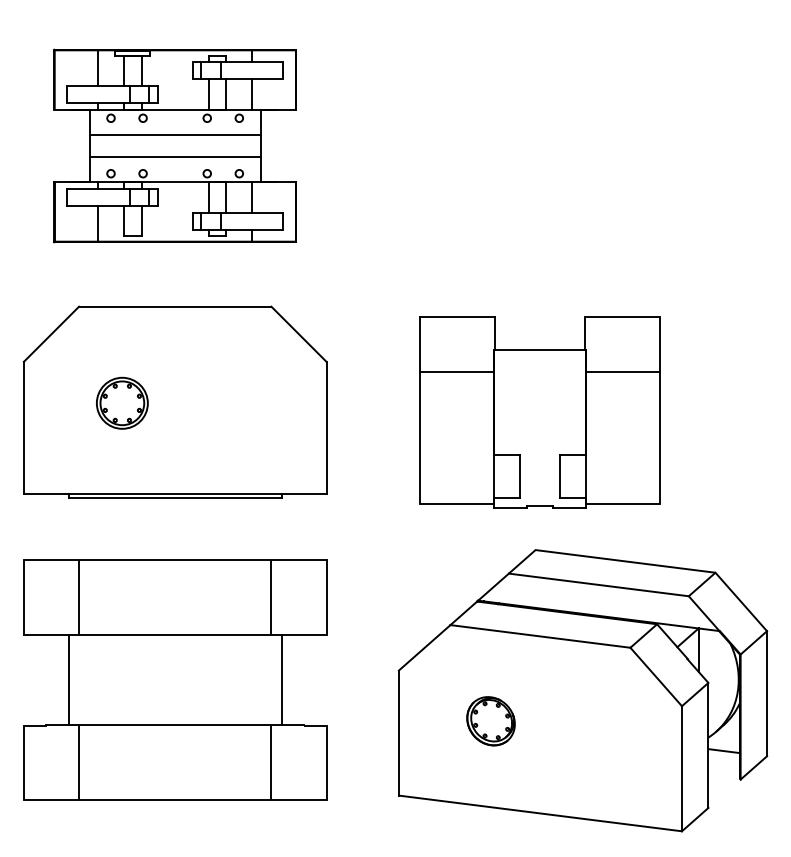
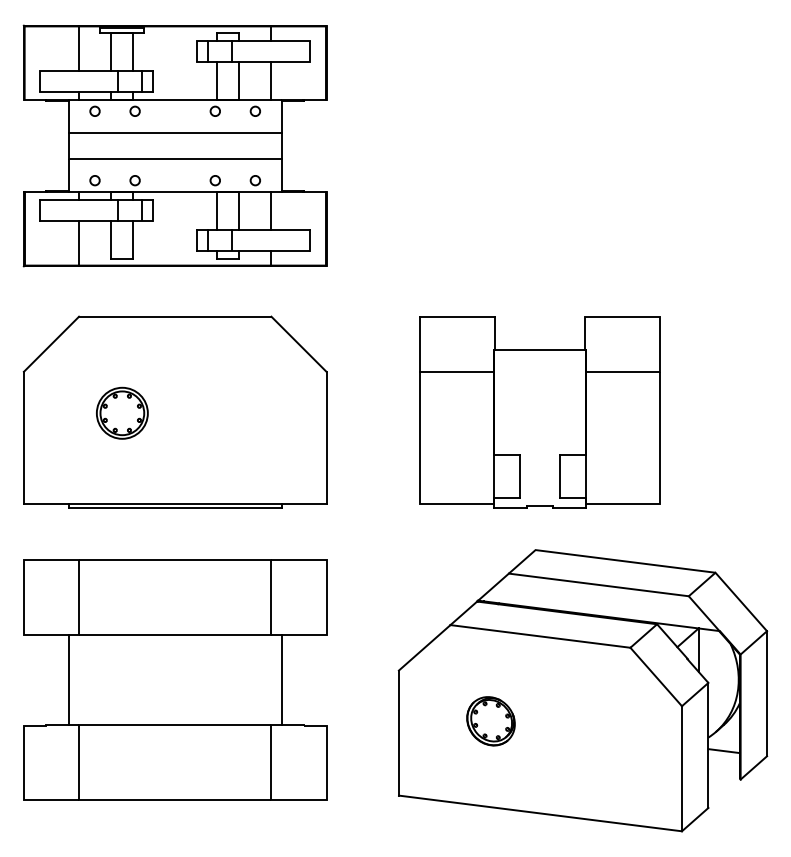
part at (174, 145) size: 244x196 px -> 306x244 px
part at (174, 401) position: (174, 401) -> (174, 411)
